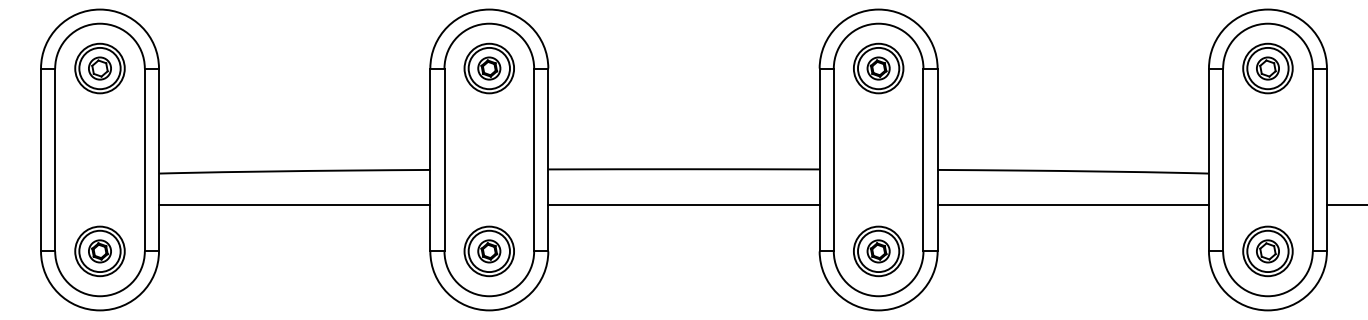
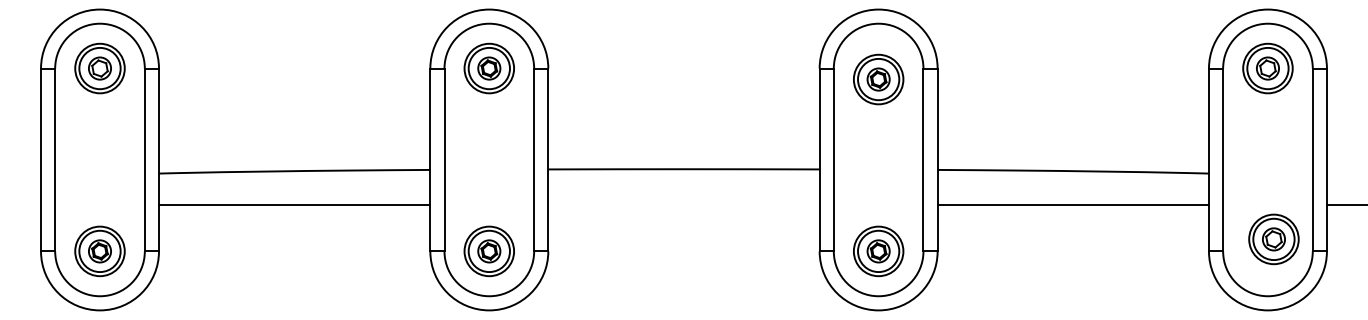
part at (878, 68) position: (878, 68) -> (878, 79)
line at (683, 205): present -> none
part at (1267, 251) position: (1267, 251) -> (1273, 239)
